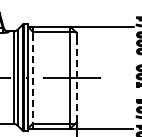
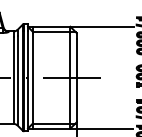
line at (32, 80): dashed -> solid
line at (76, 80): dashed -> solid
